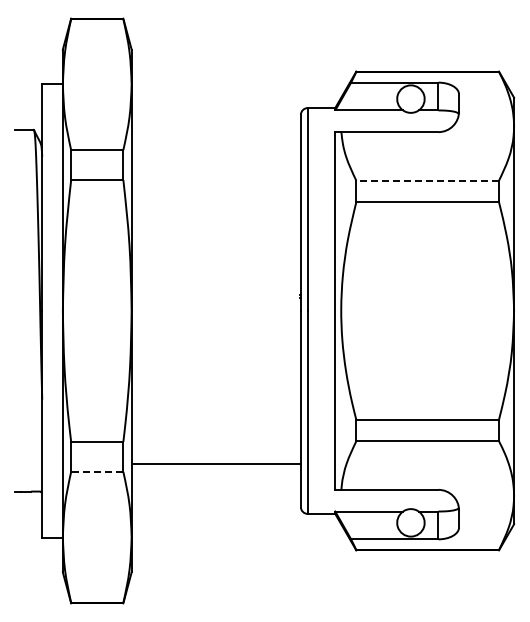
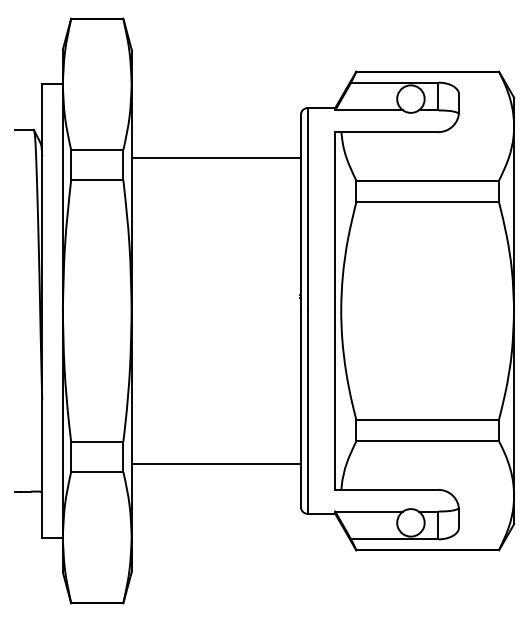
line at (215, 158): none -> present
line at (427, 180): dashed -> solid
line at (96, 471): dashed -> solid
